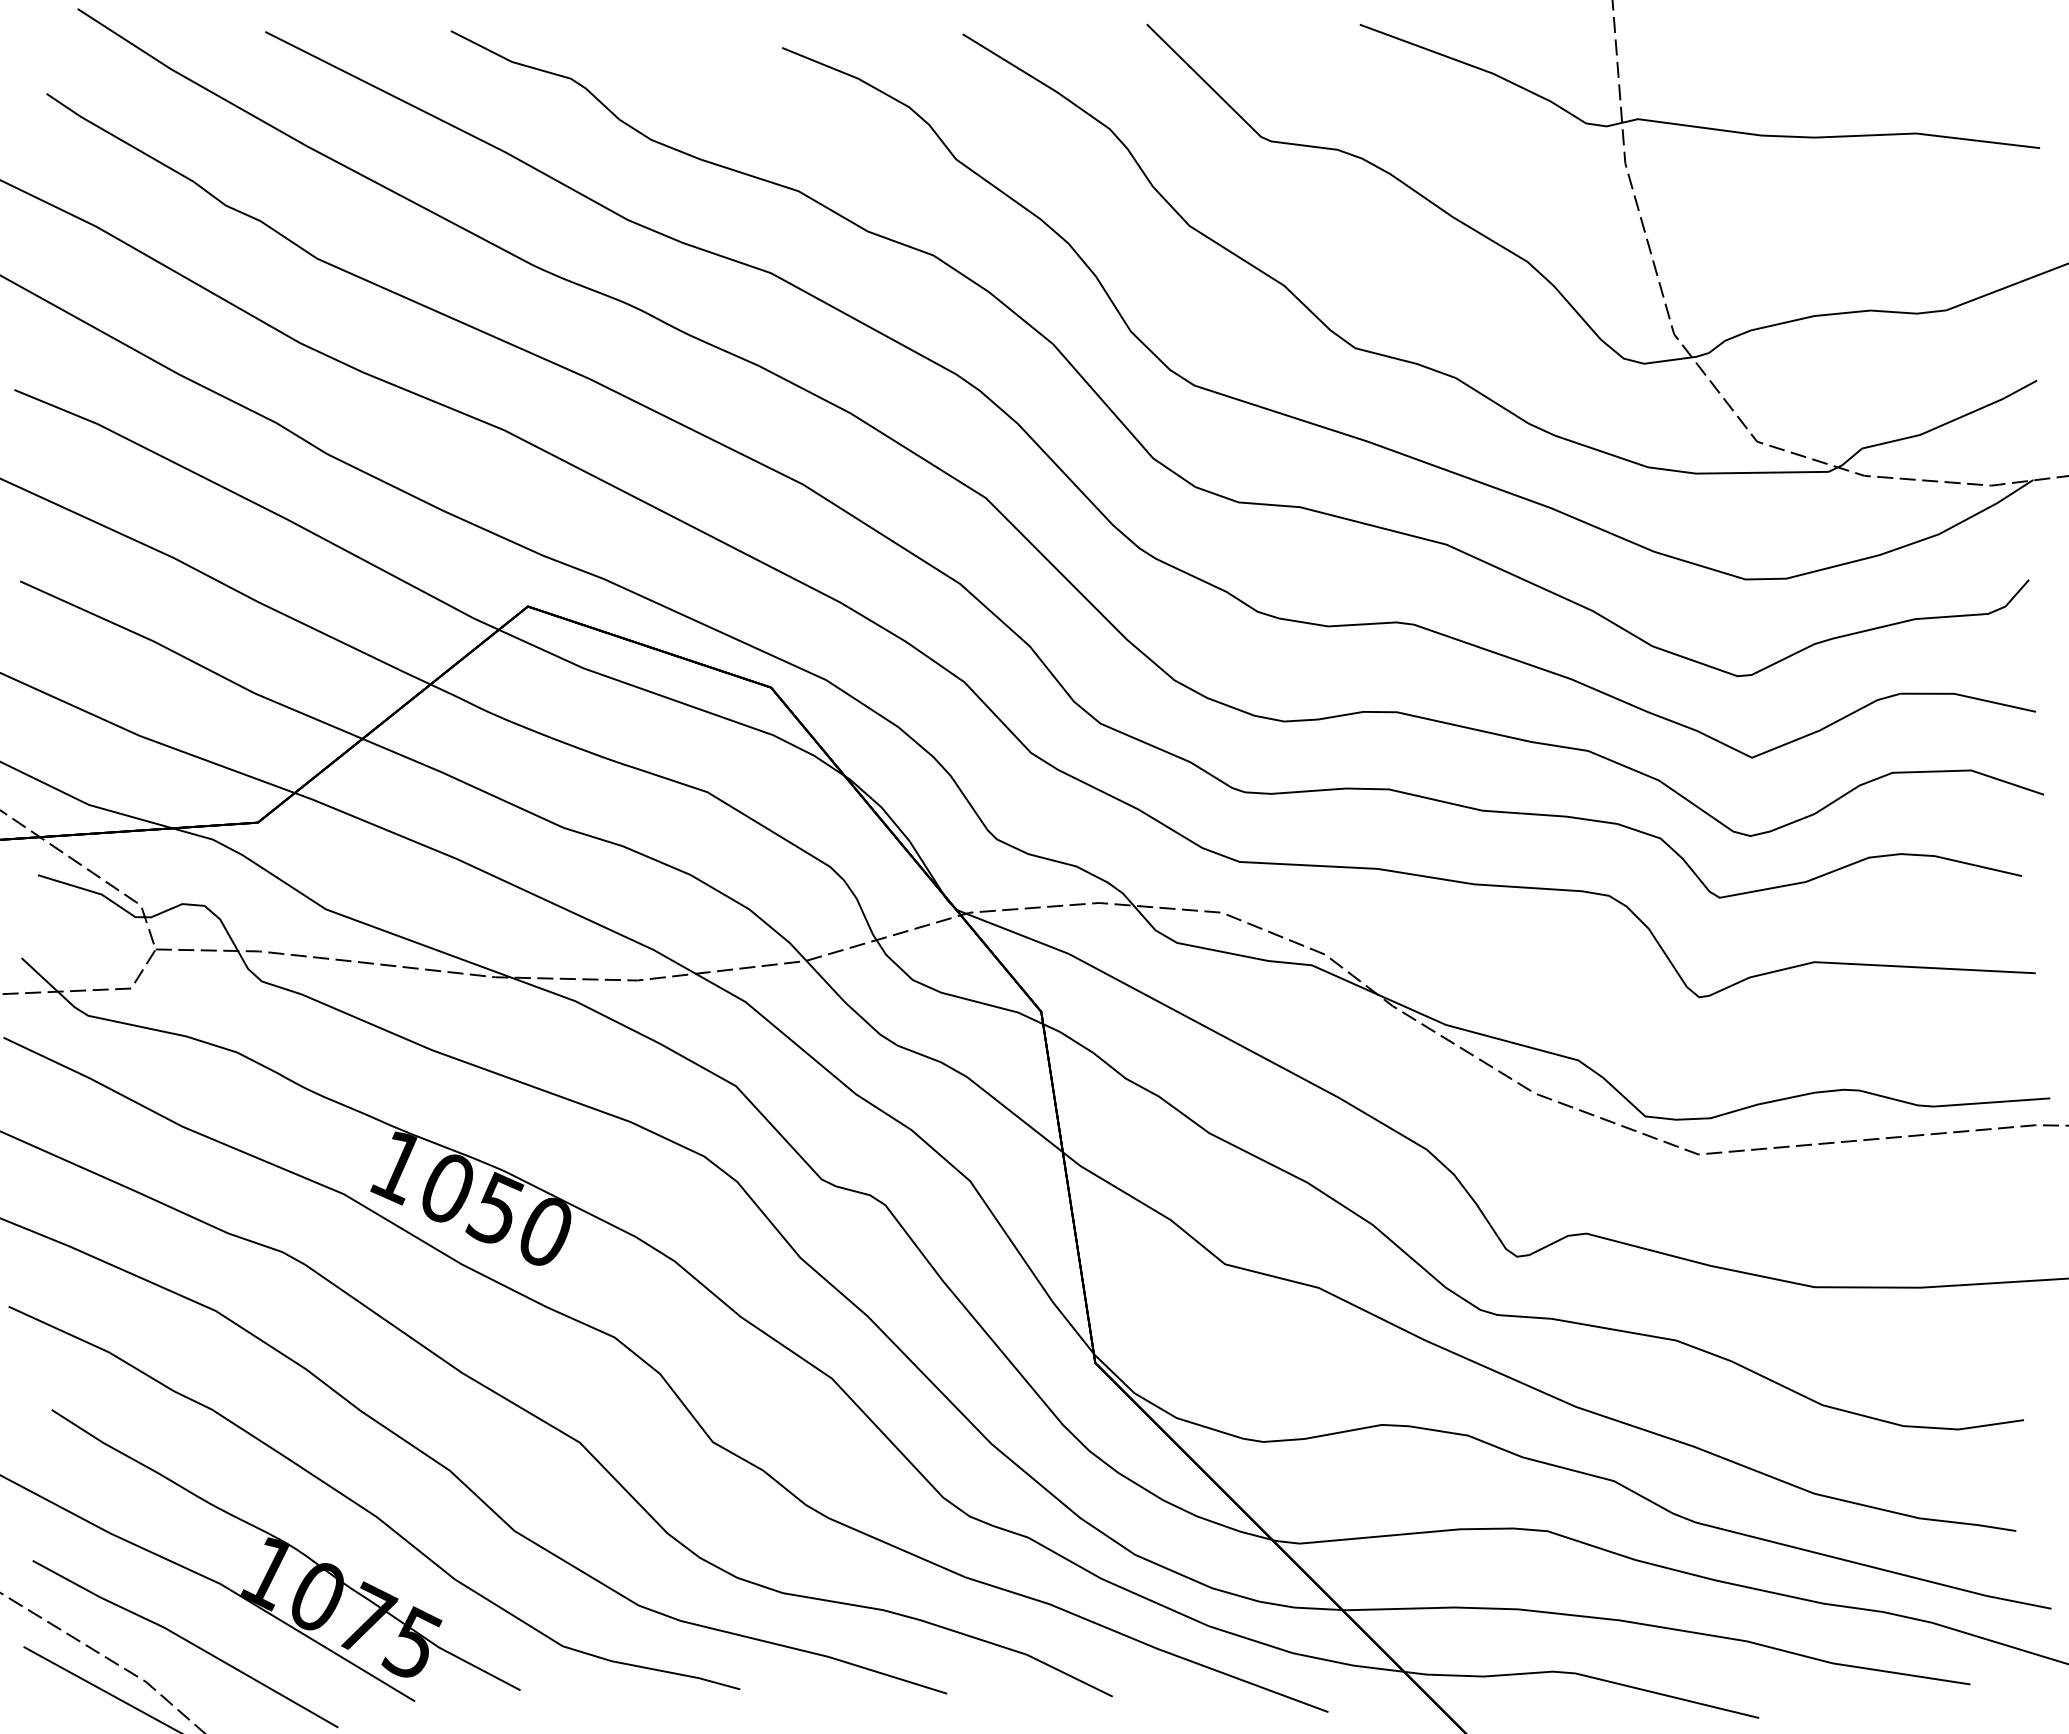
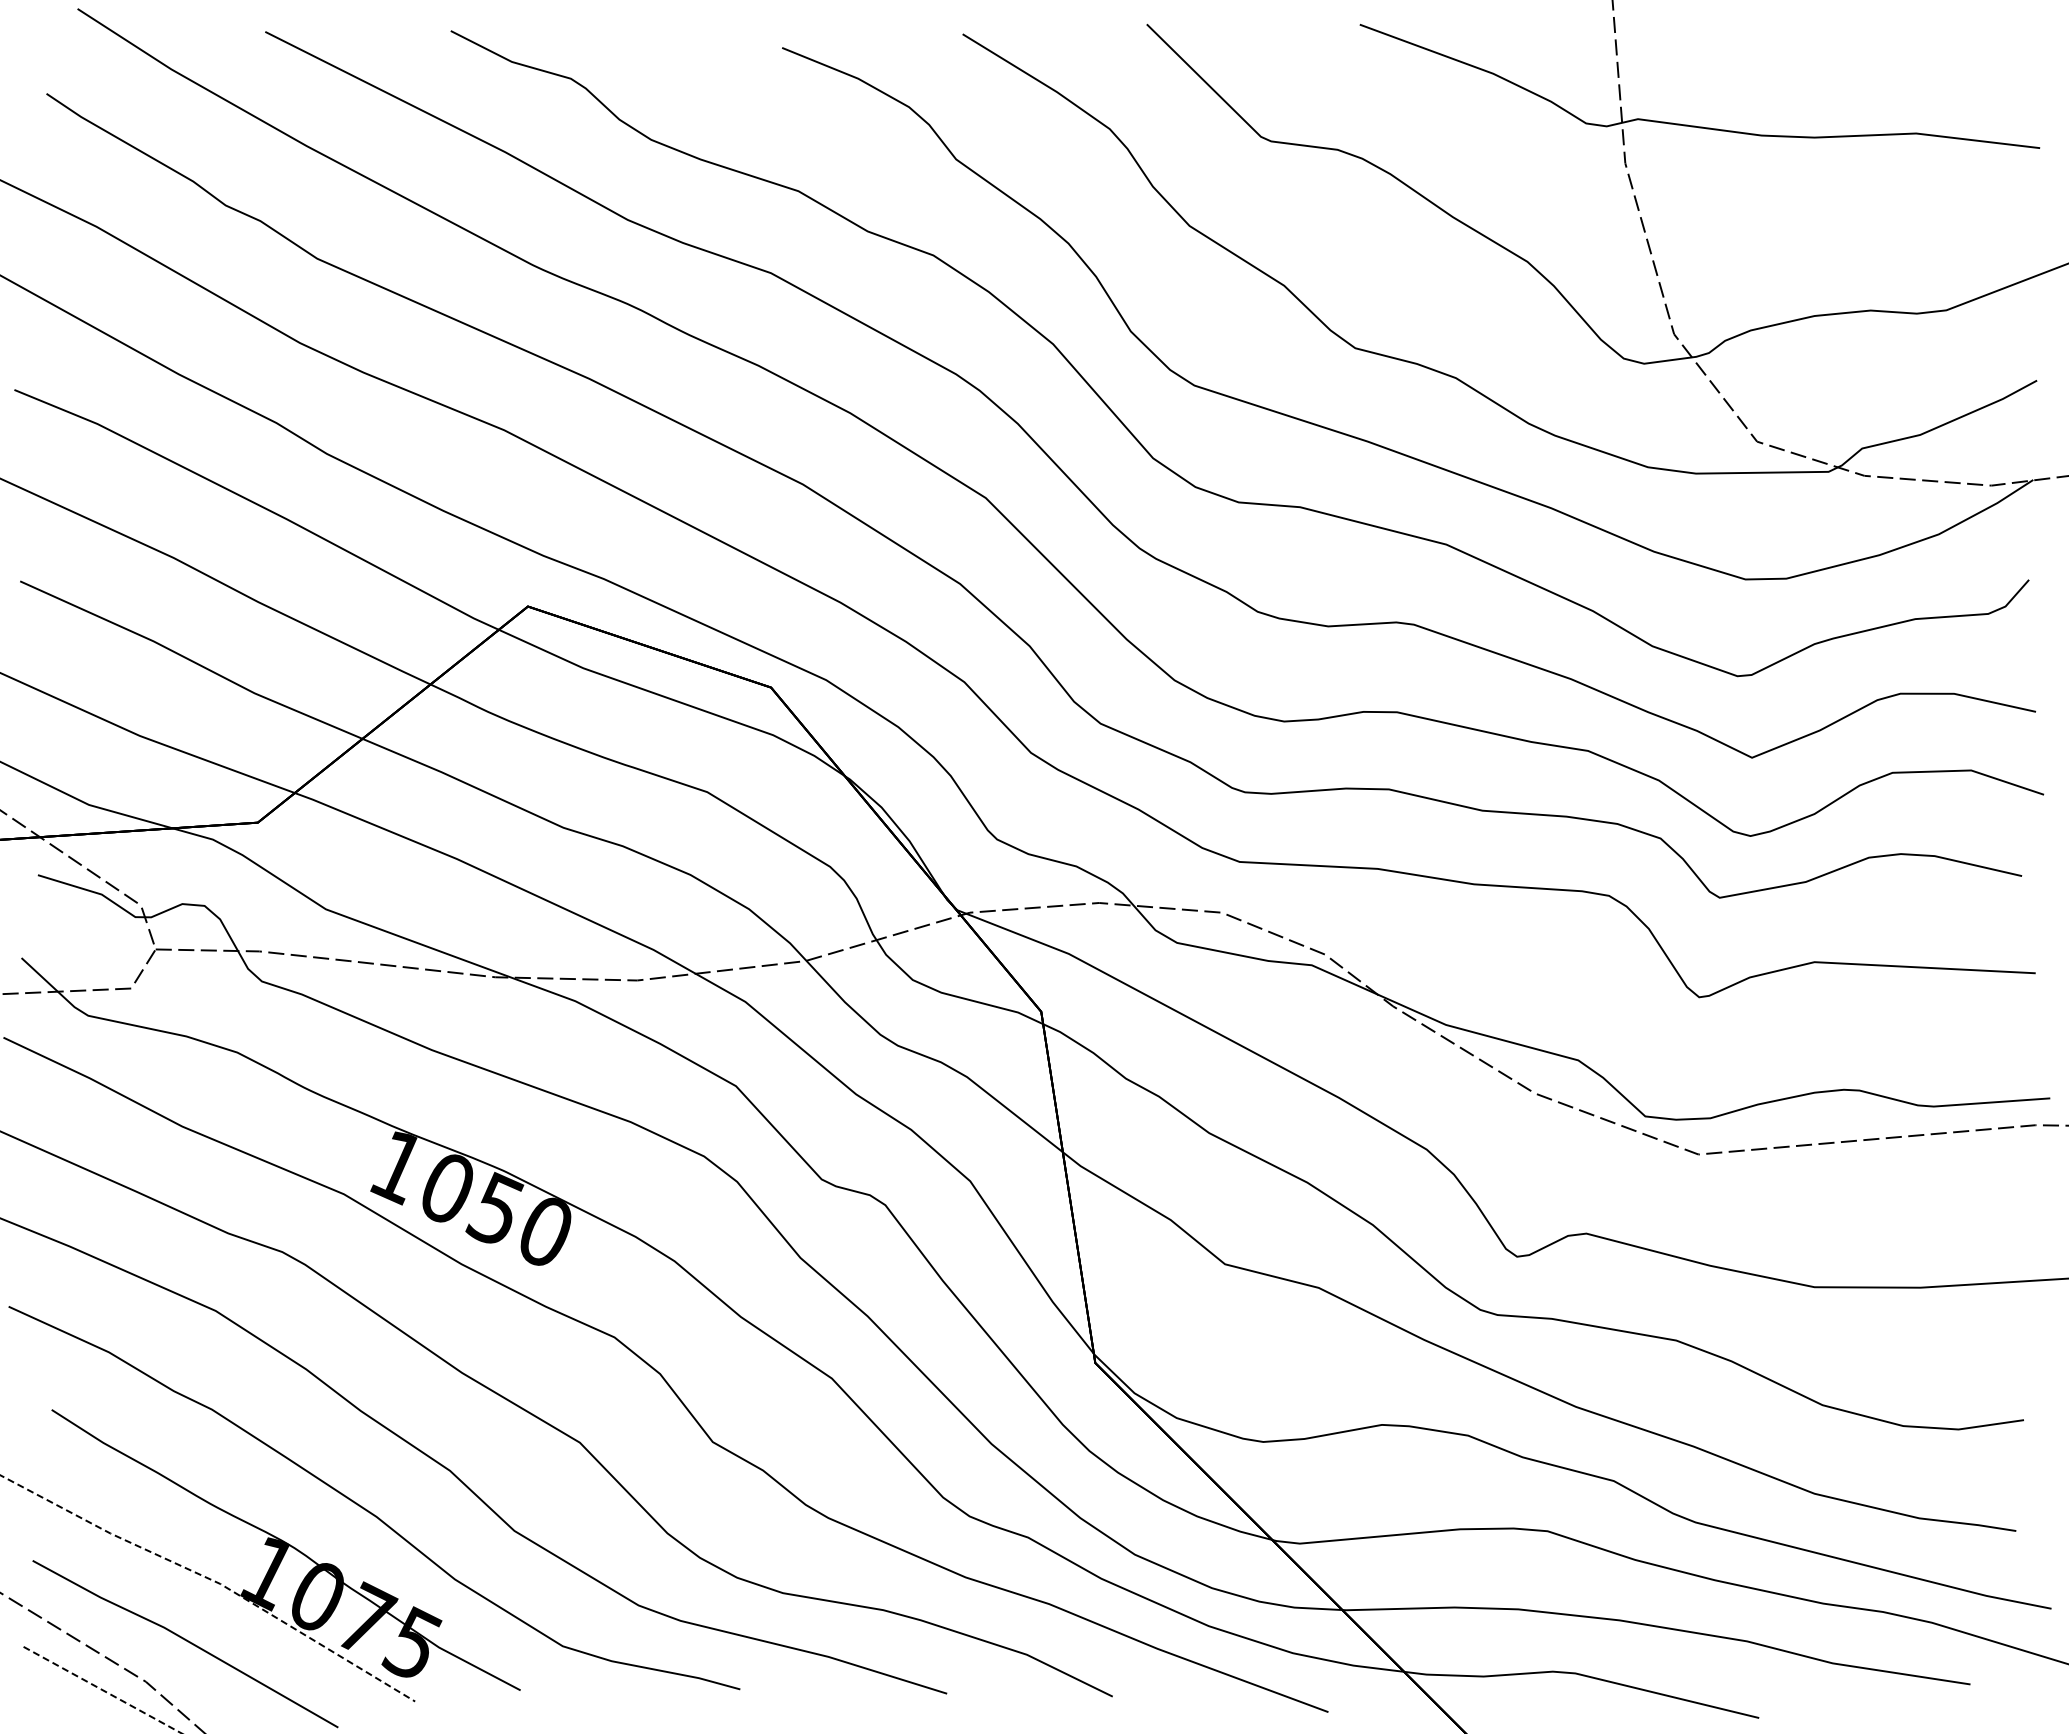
line at (212, 1580): solid -> dashed
line at (103, 1690): solid -> dashed
